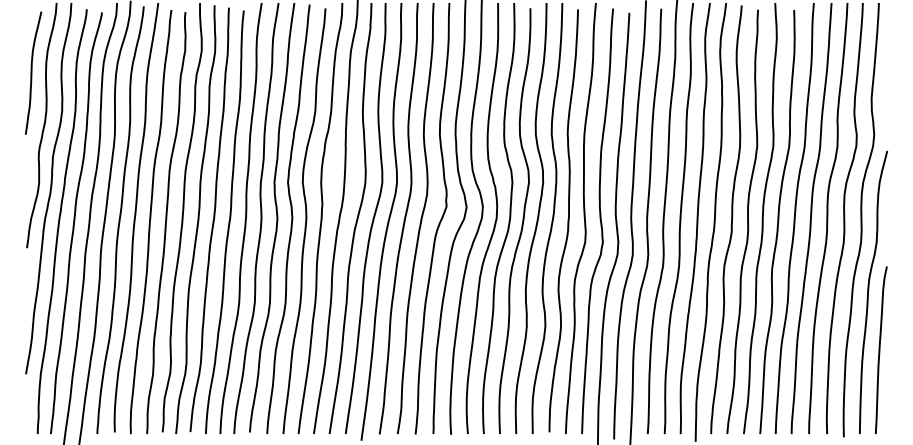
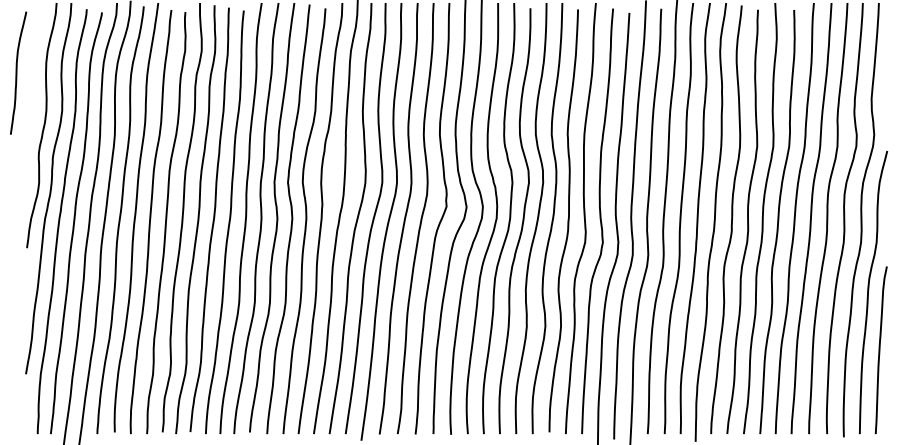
curve at (32, 72) position: (32, 72) -> (17, 72)
